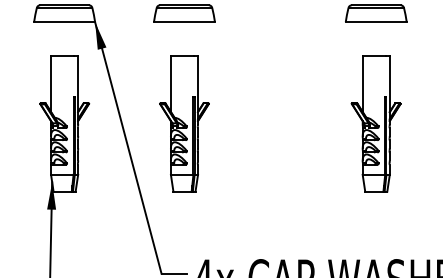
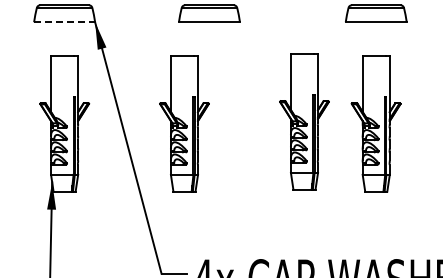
part at (184, 13) position: (184, 13) -> (209, 13)
line at (64, 22): solid -> dashed
part at (304, 121): none -> present
